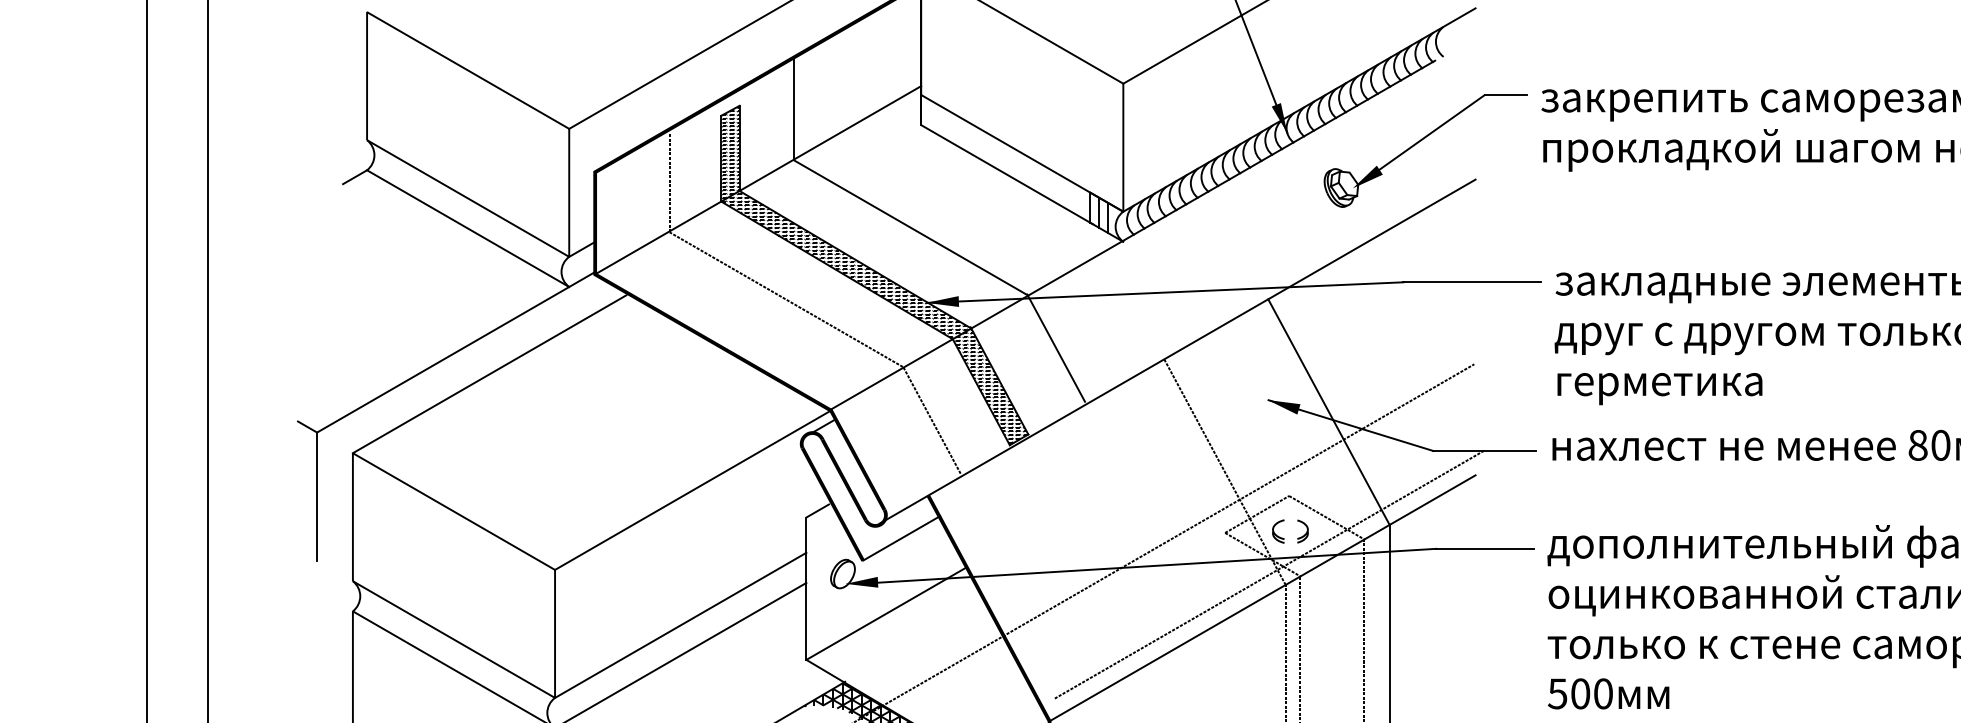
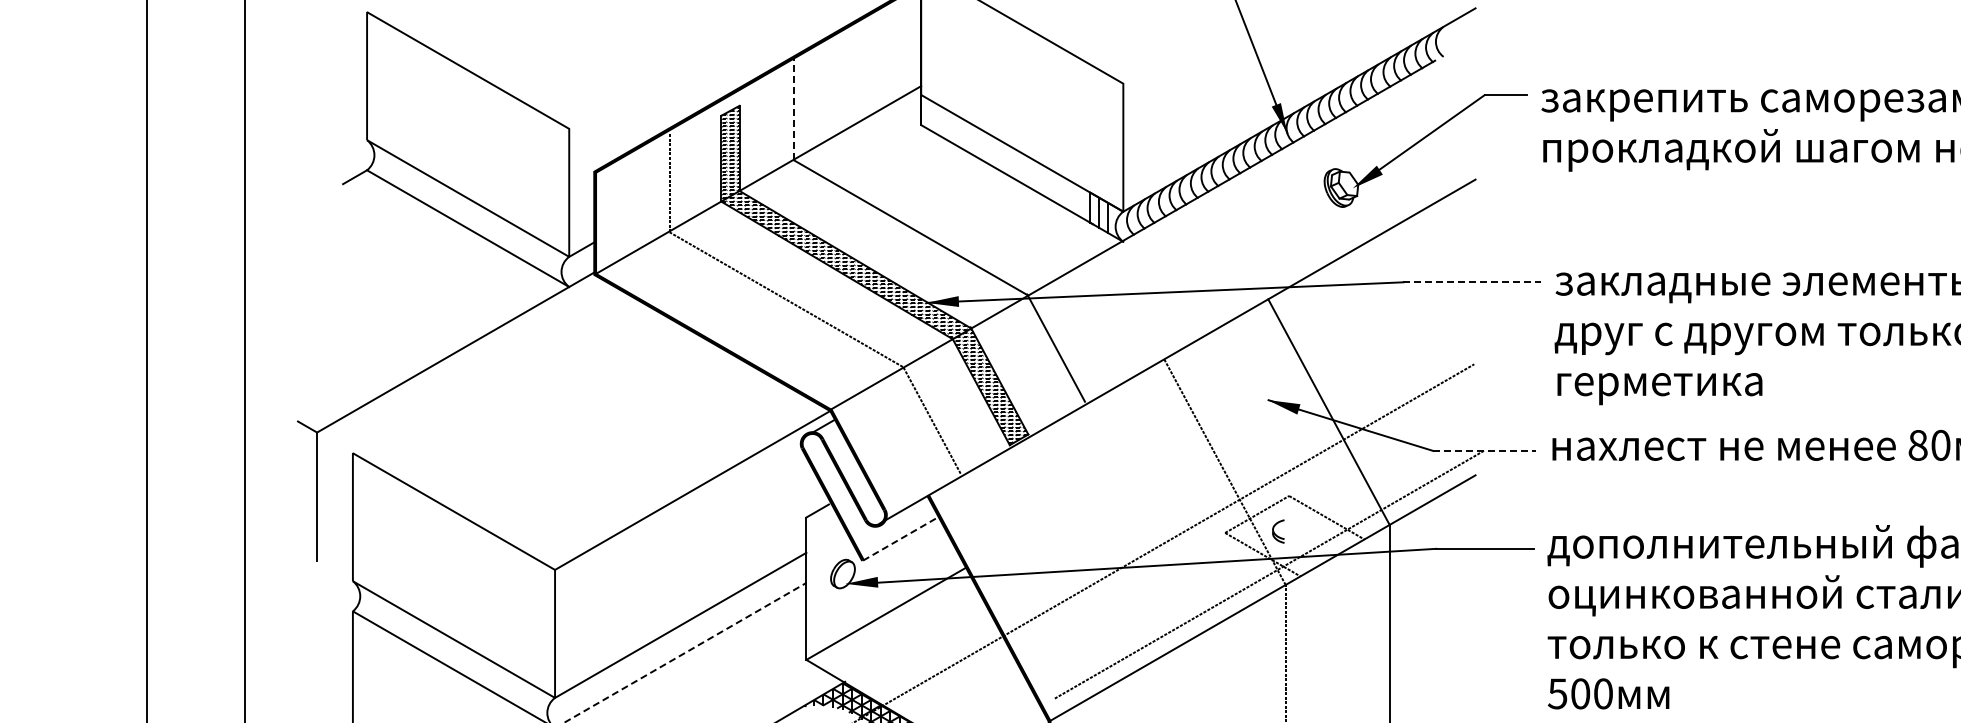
line at (1193, 42): present -> none
line at (678, 65): present -> none
line at (794, 109): solid -> dashed
line at (1472, 282): solid -> dashed
line at (207, 360) position: (207, 360) -> (244, 360)
line at (489, 374): present -> none
line at (1485, 450): solid -> dashed
part at (1302, 531): present -> none
line at (901, 538): solid -> dashed
line at (1364, 629): present -> none
line at (1300, 647): present -> none
line at (685, 652): solid -> dashed
